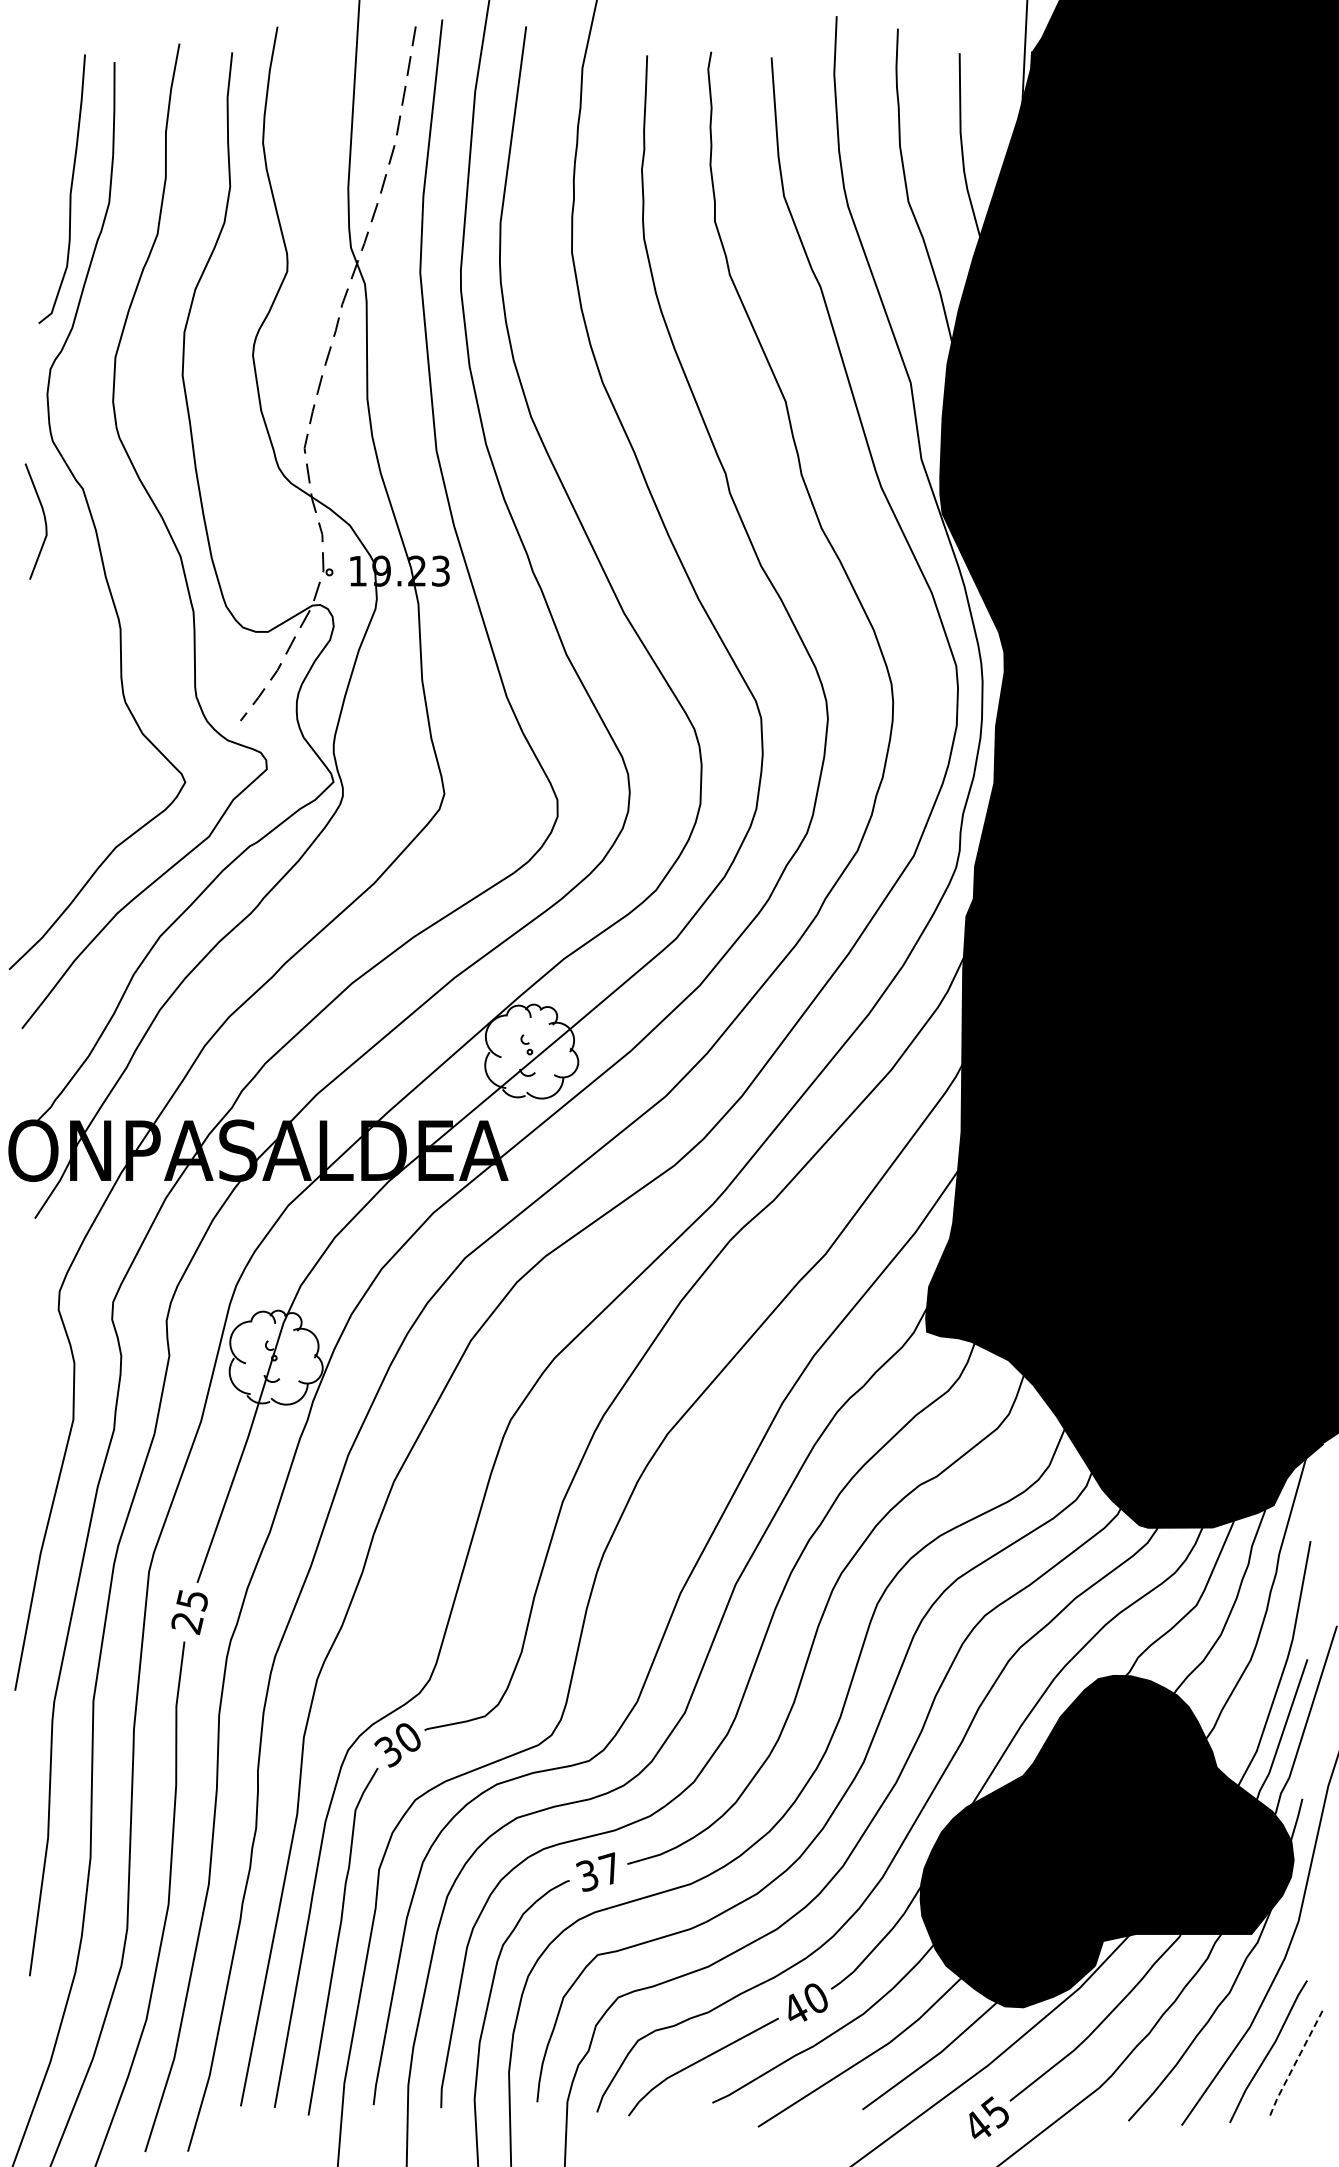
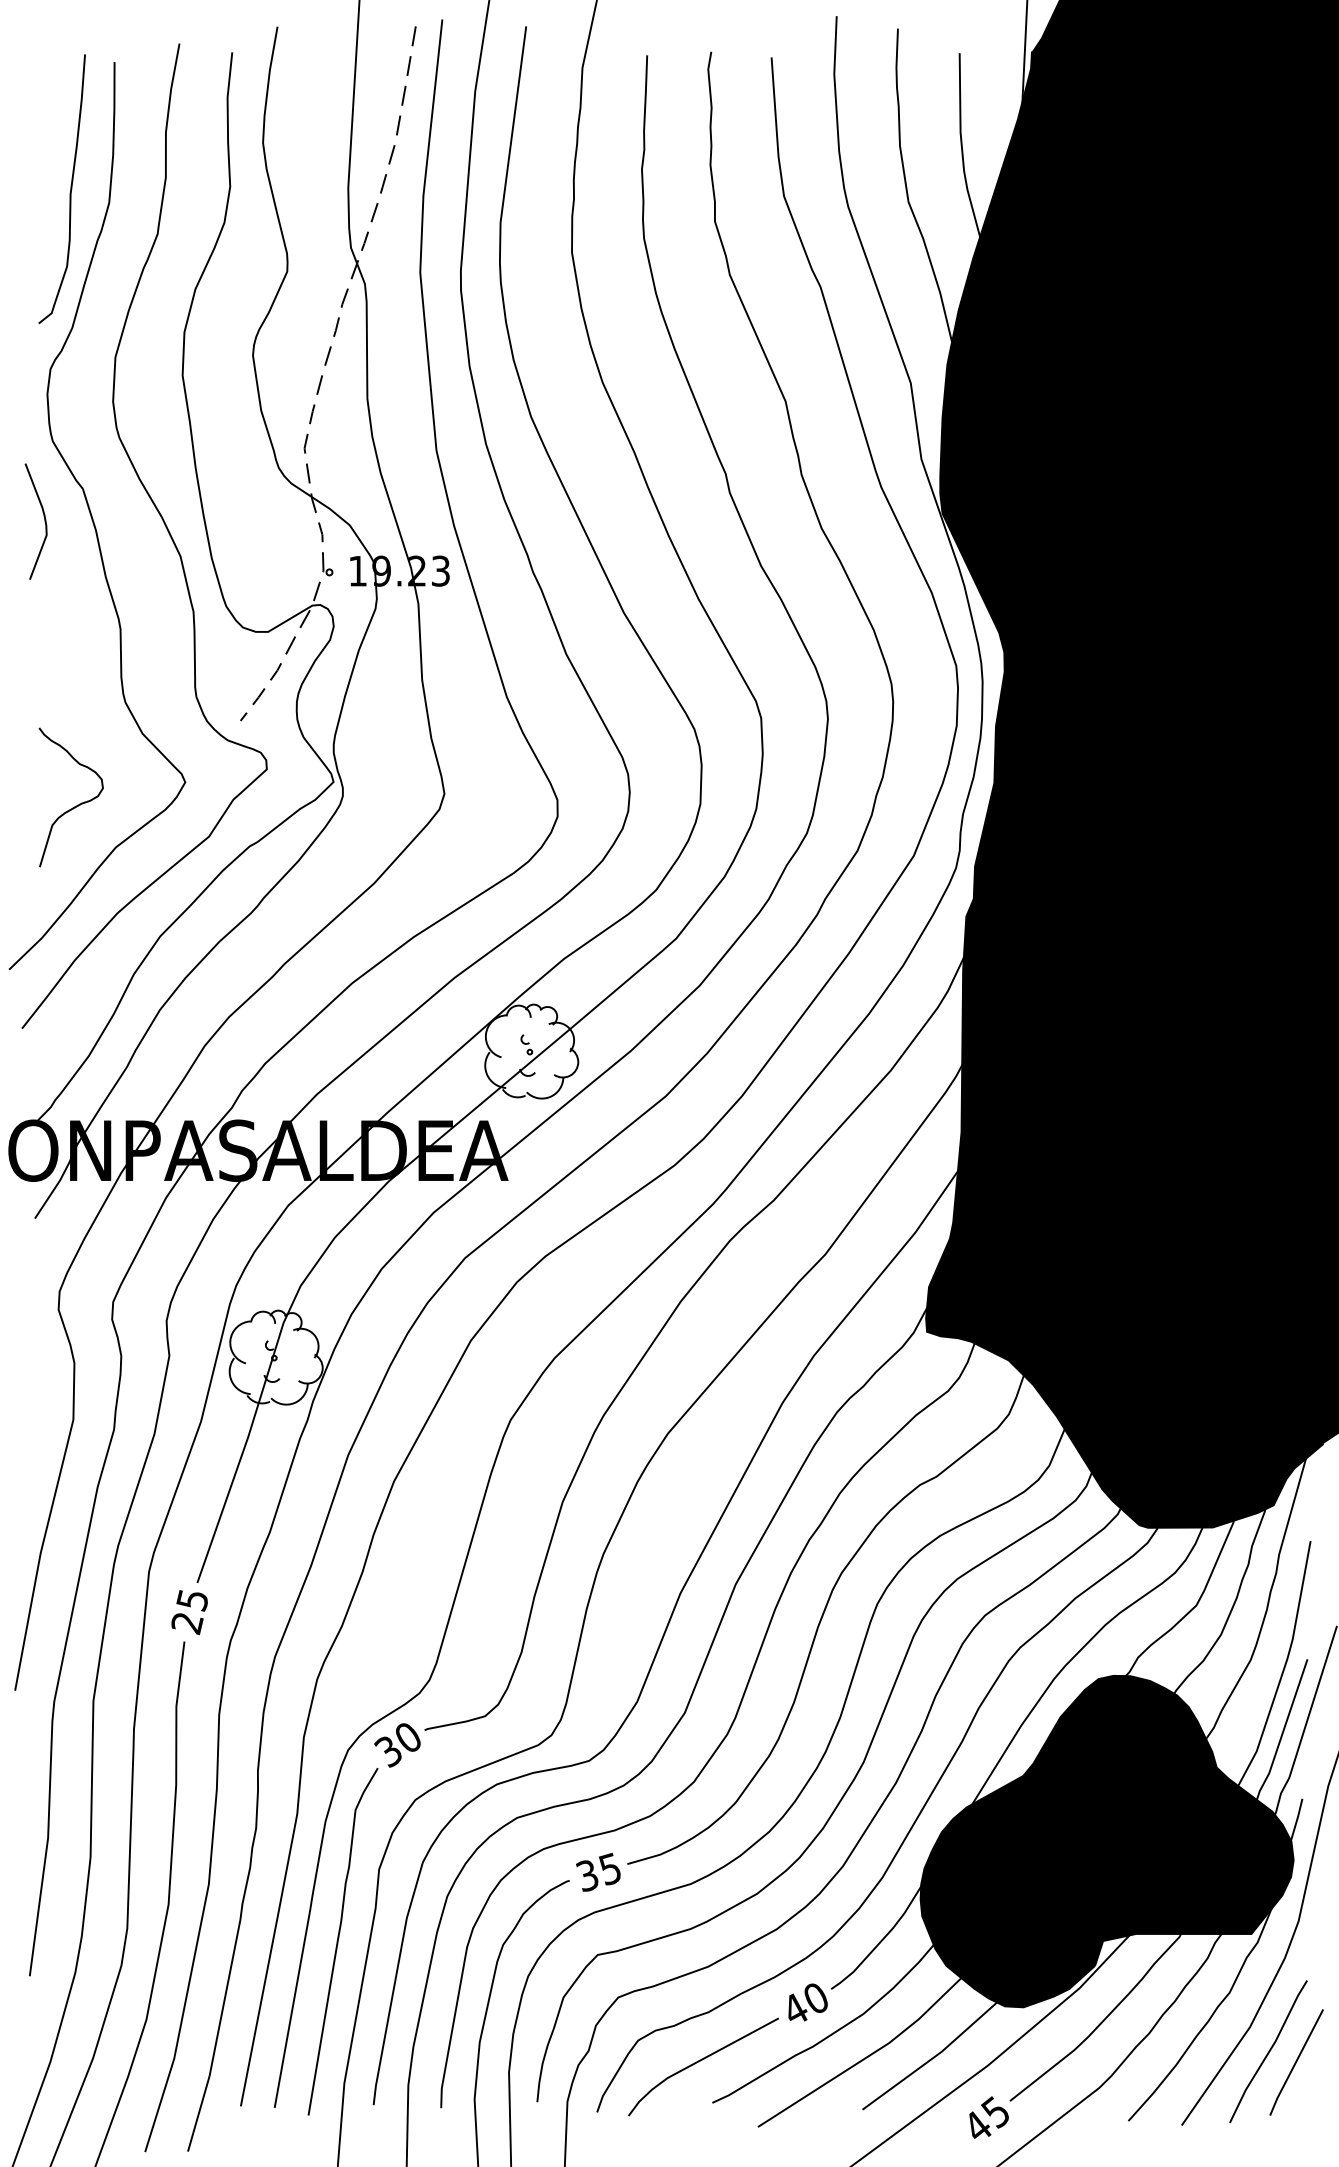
curve at (74, 806): none -> present
text at (609, 1868): 37 -> 35
line at (1295, 2062): dashed -> solid
